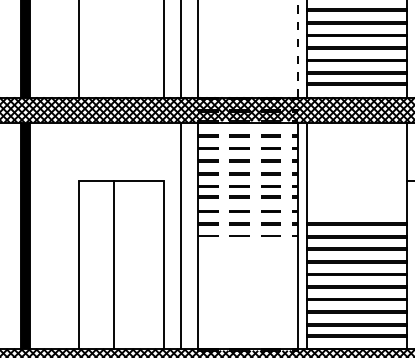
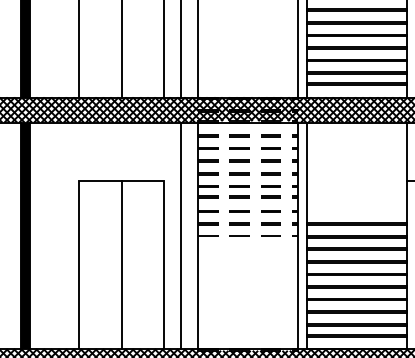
line at (121, 49): none -> present
line at (298, 49): dashed -> solid
line at (113, 265) position: (113, 265) -> (121, 265)
